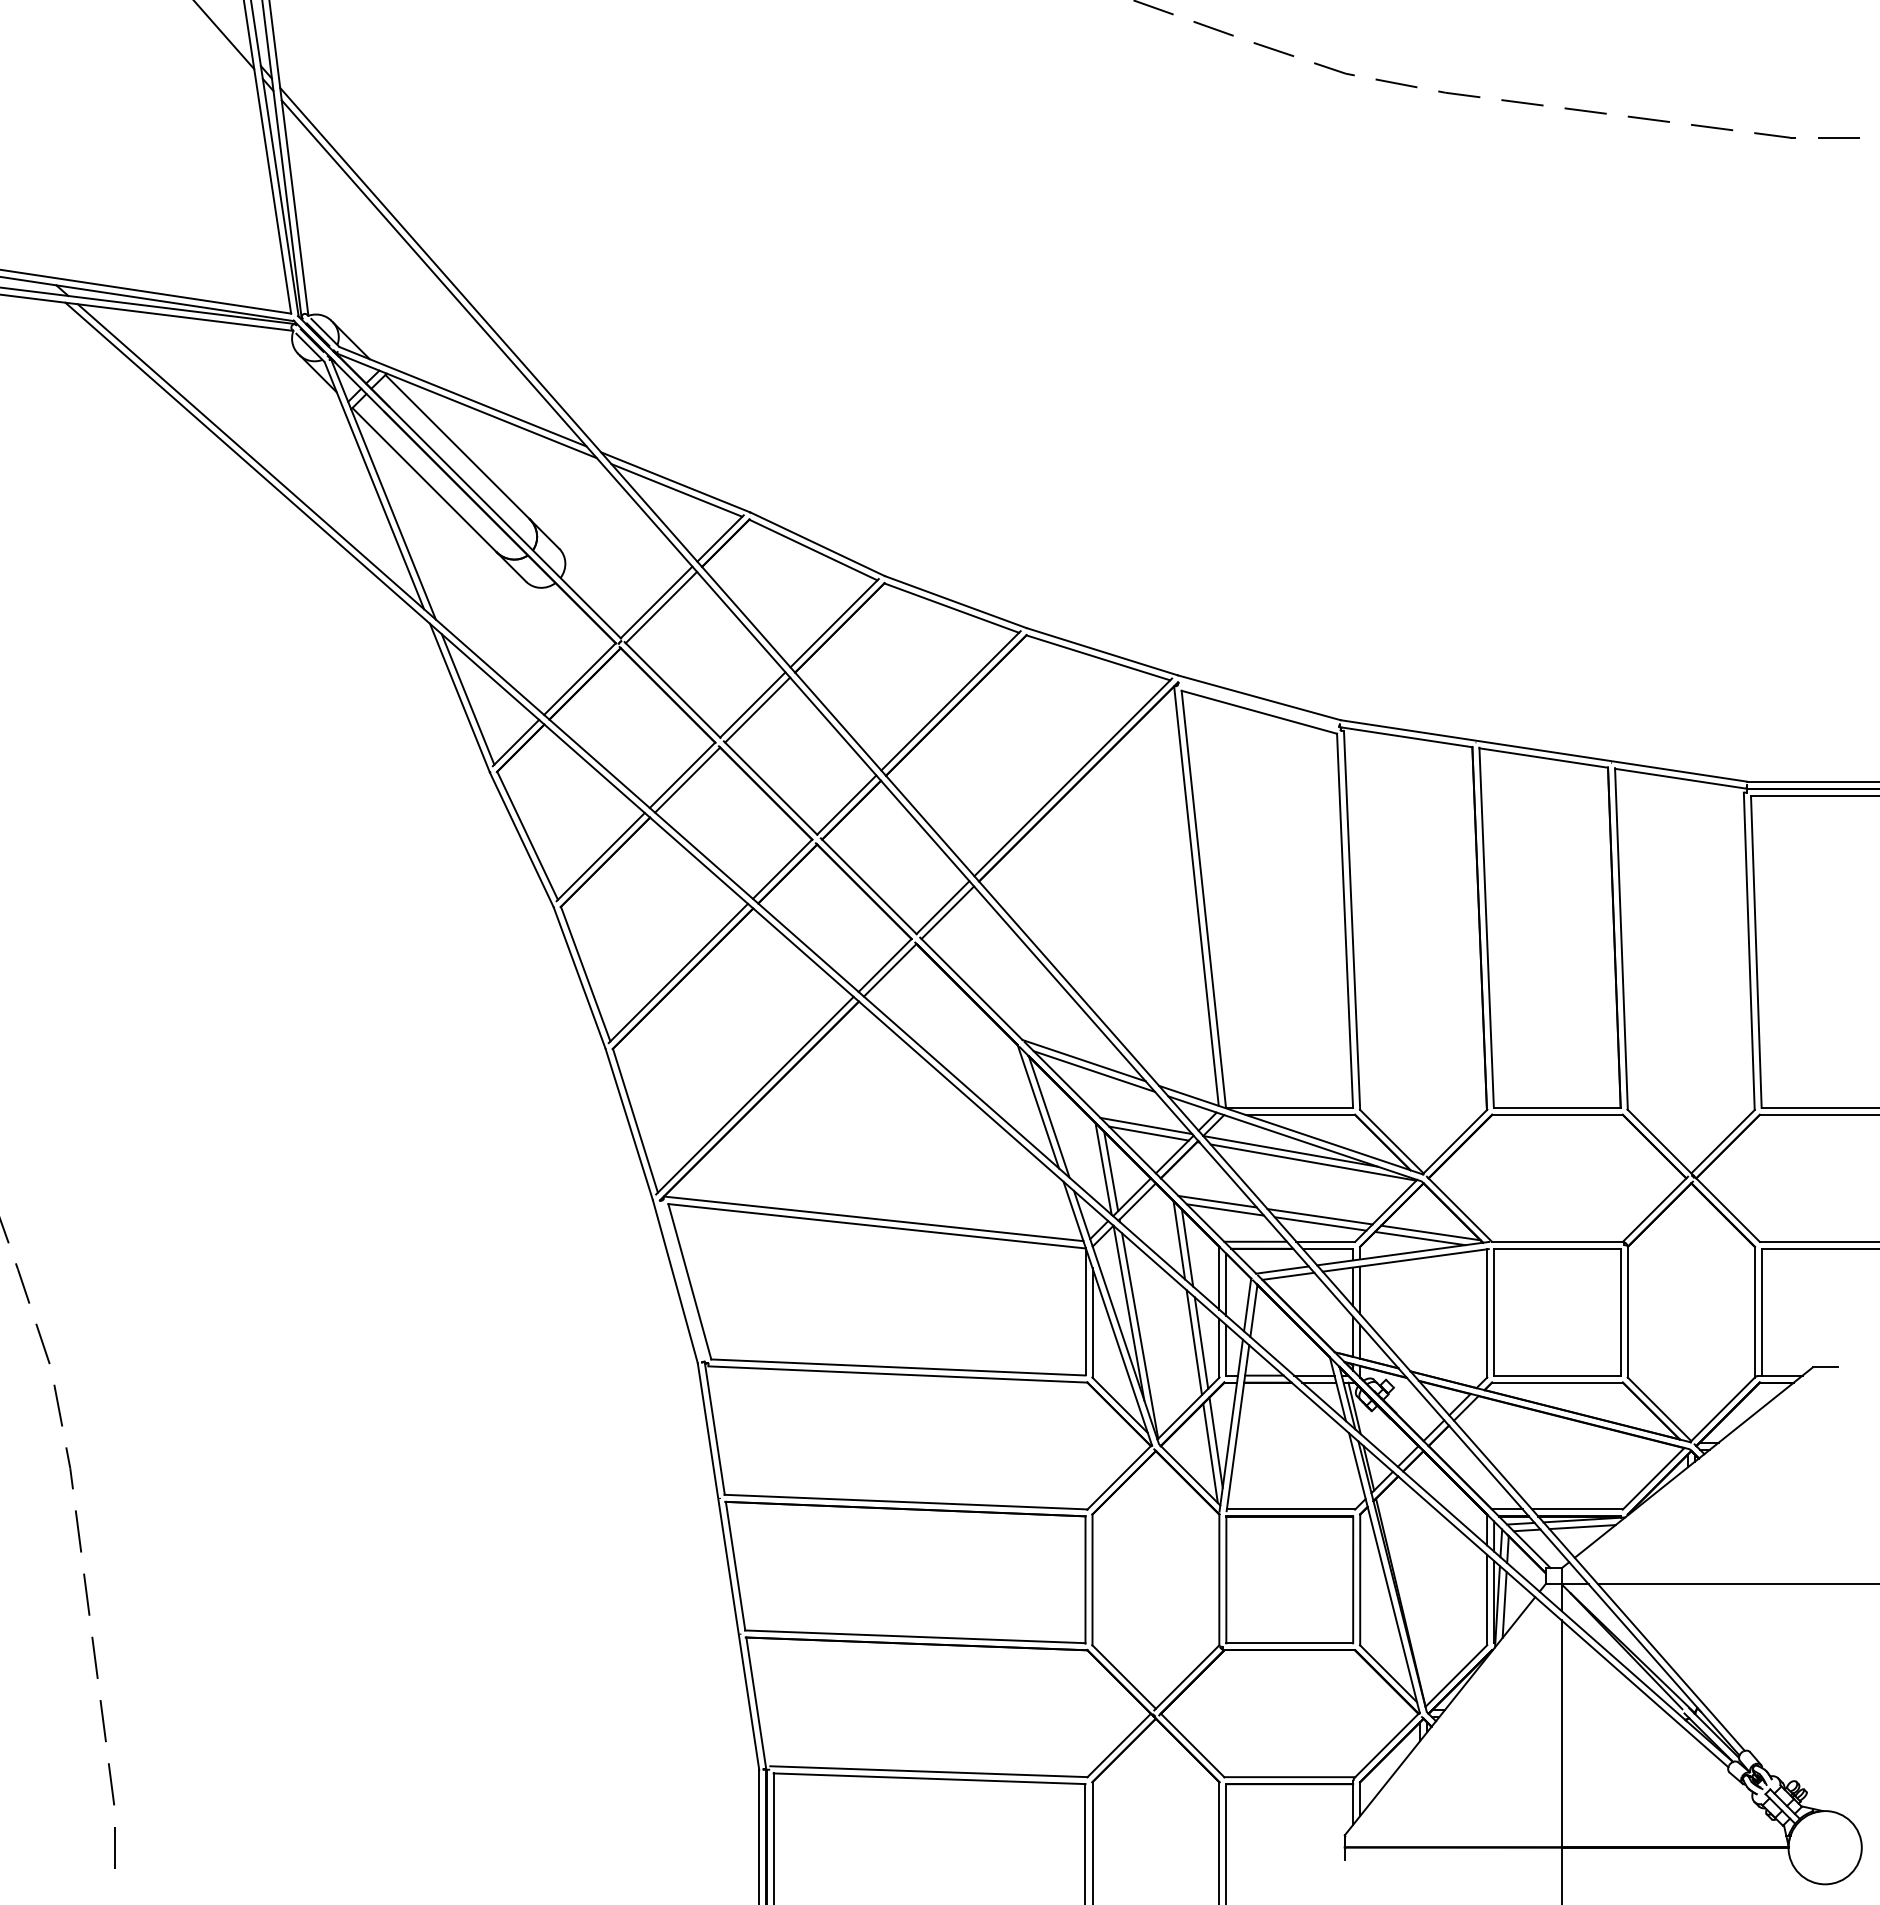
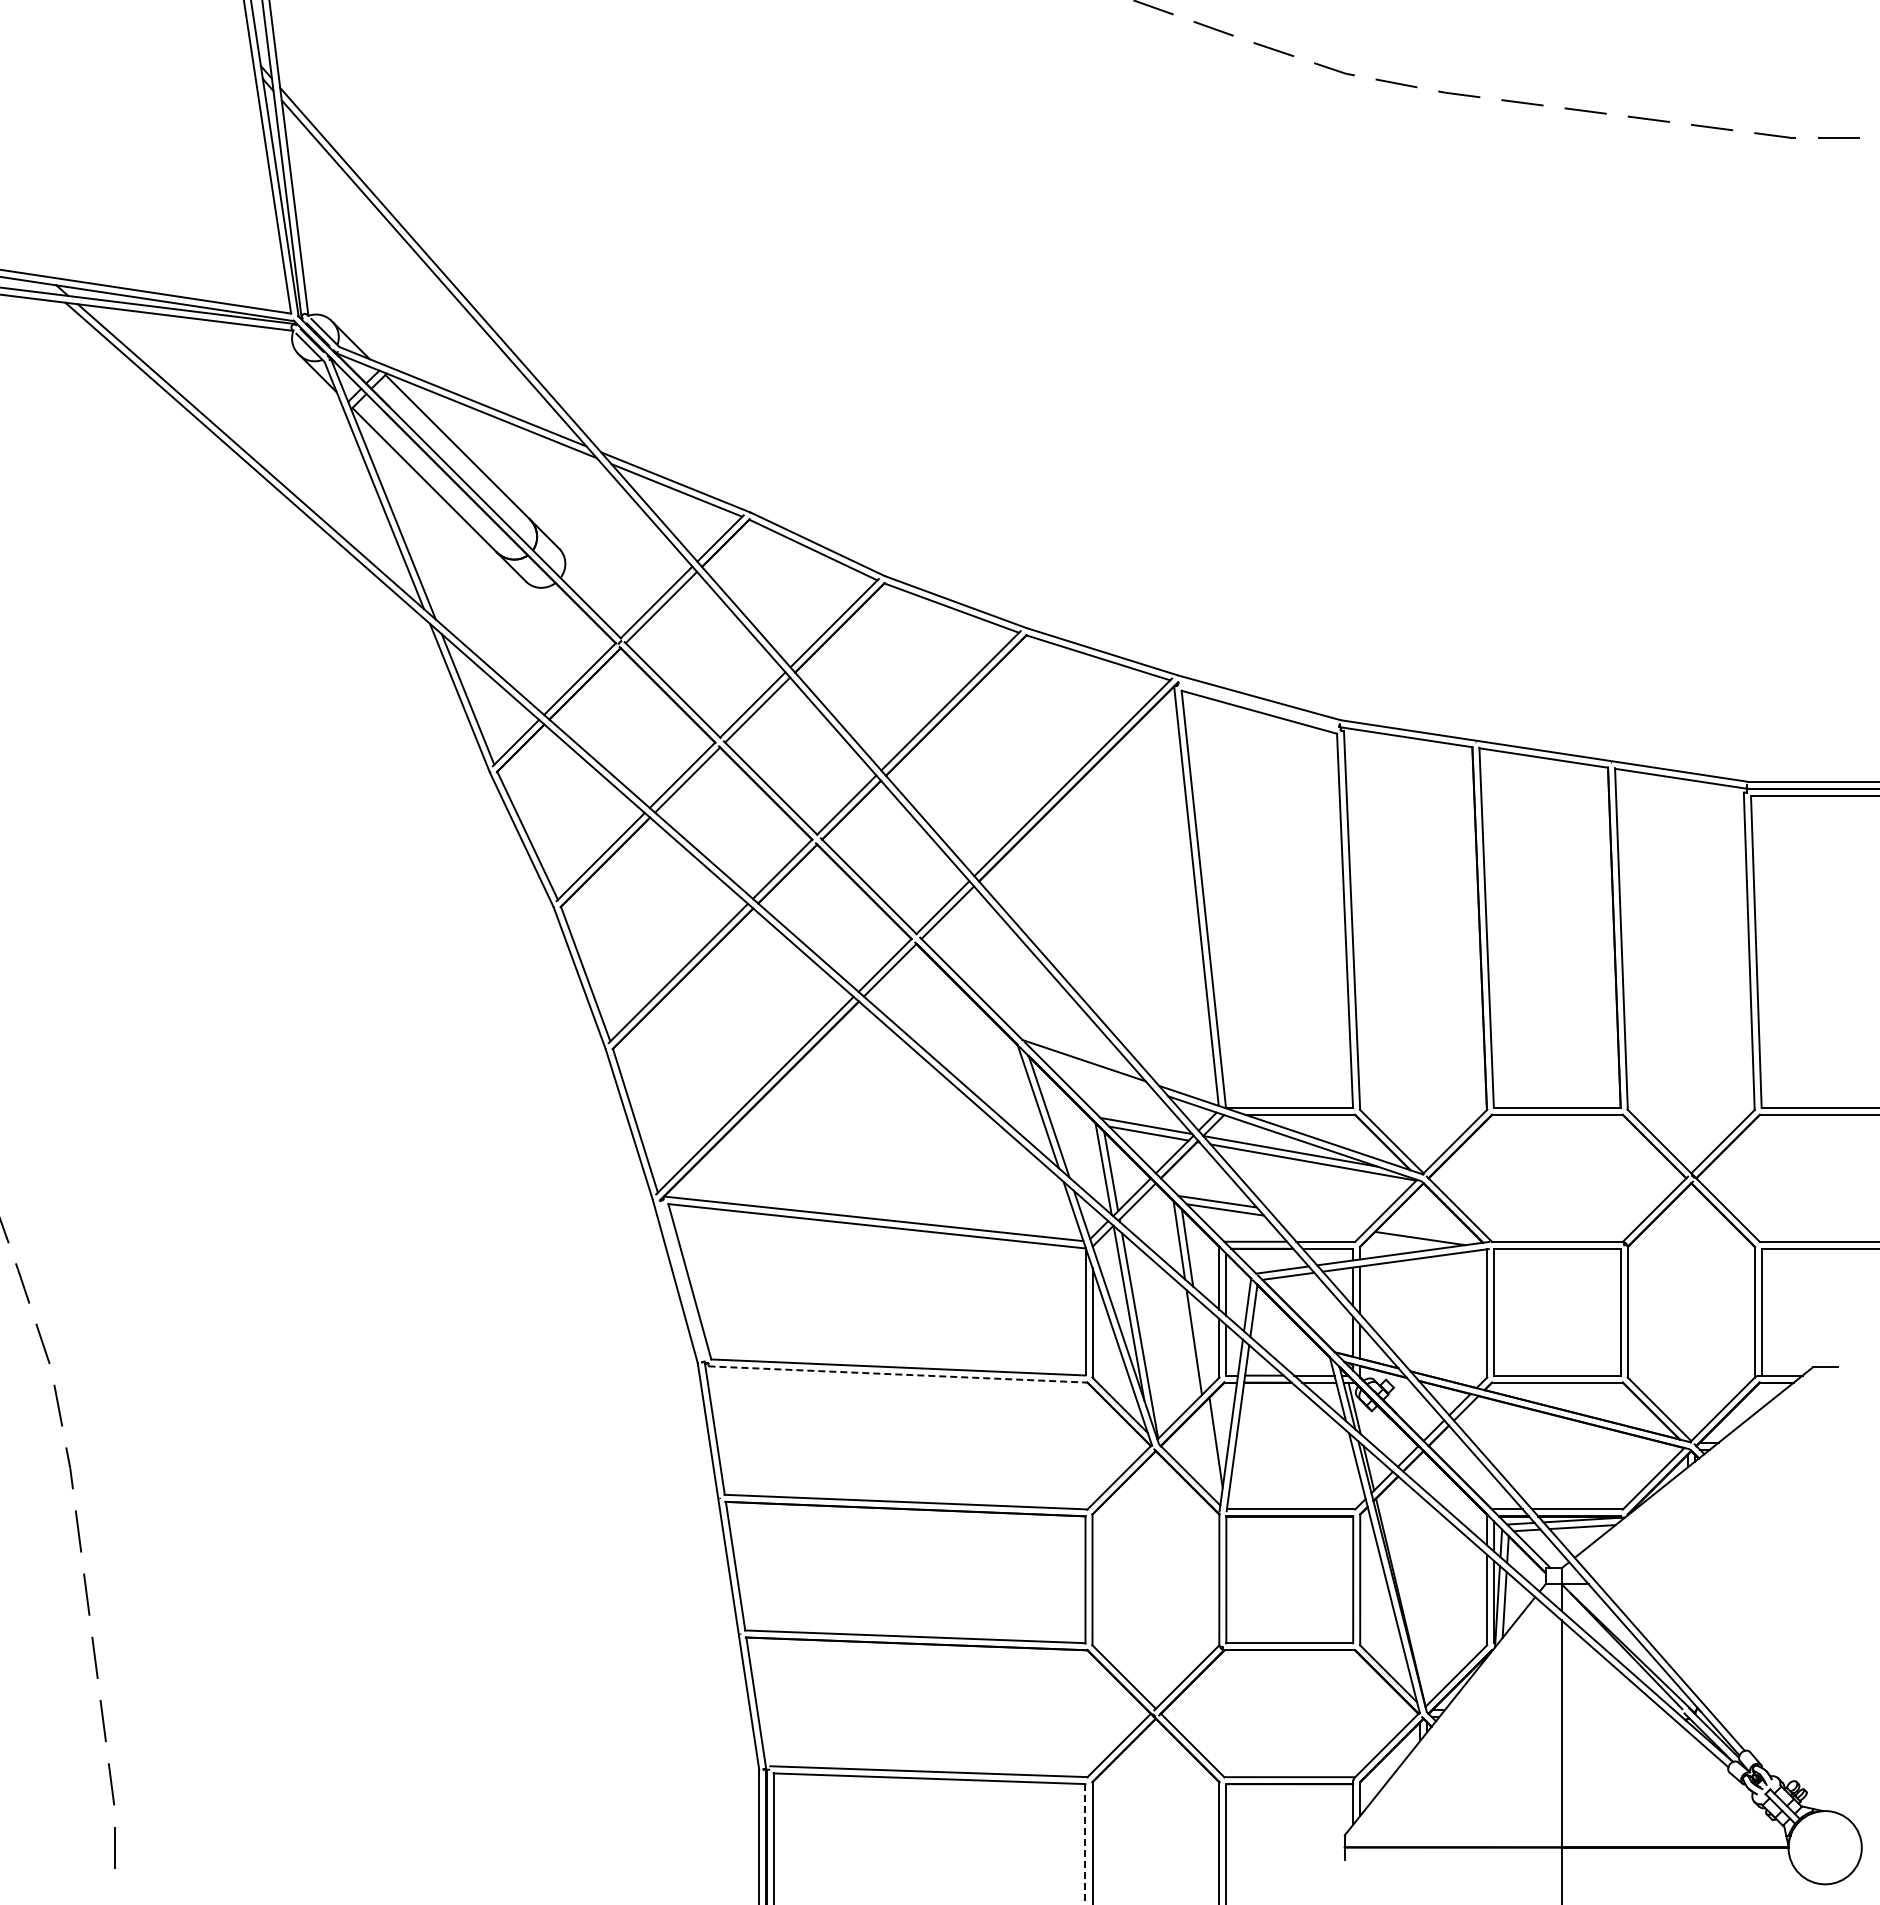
line at (224, 35): present -> none
line at (1094, 1071): present -> none
line at (1319, 1216): present -> none
line at (1320, 1223): present -> none
line at (1430, 1232): present -> none
line at (1201, 1342): present -> none
line at (897, 1374): solid -> dashed
line at (1210, 1453): present -> none
line at (1737, 1584): present -> none
line at (1085, 1844): solid -> dashed
